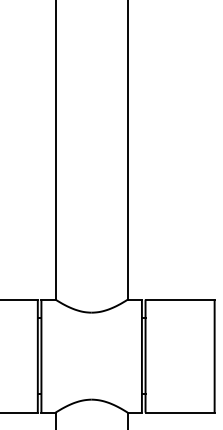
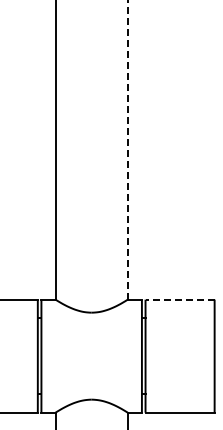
line at (127, 149): solid -> dashed
line at (180, 299): solid -> dashed
